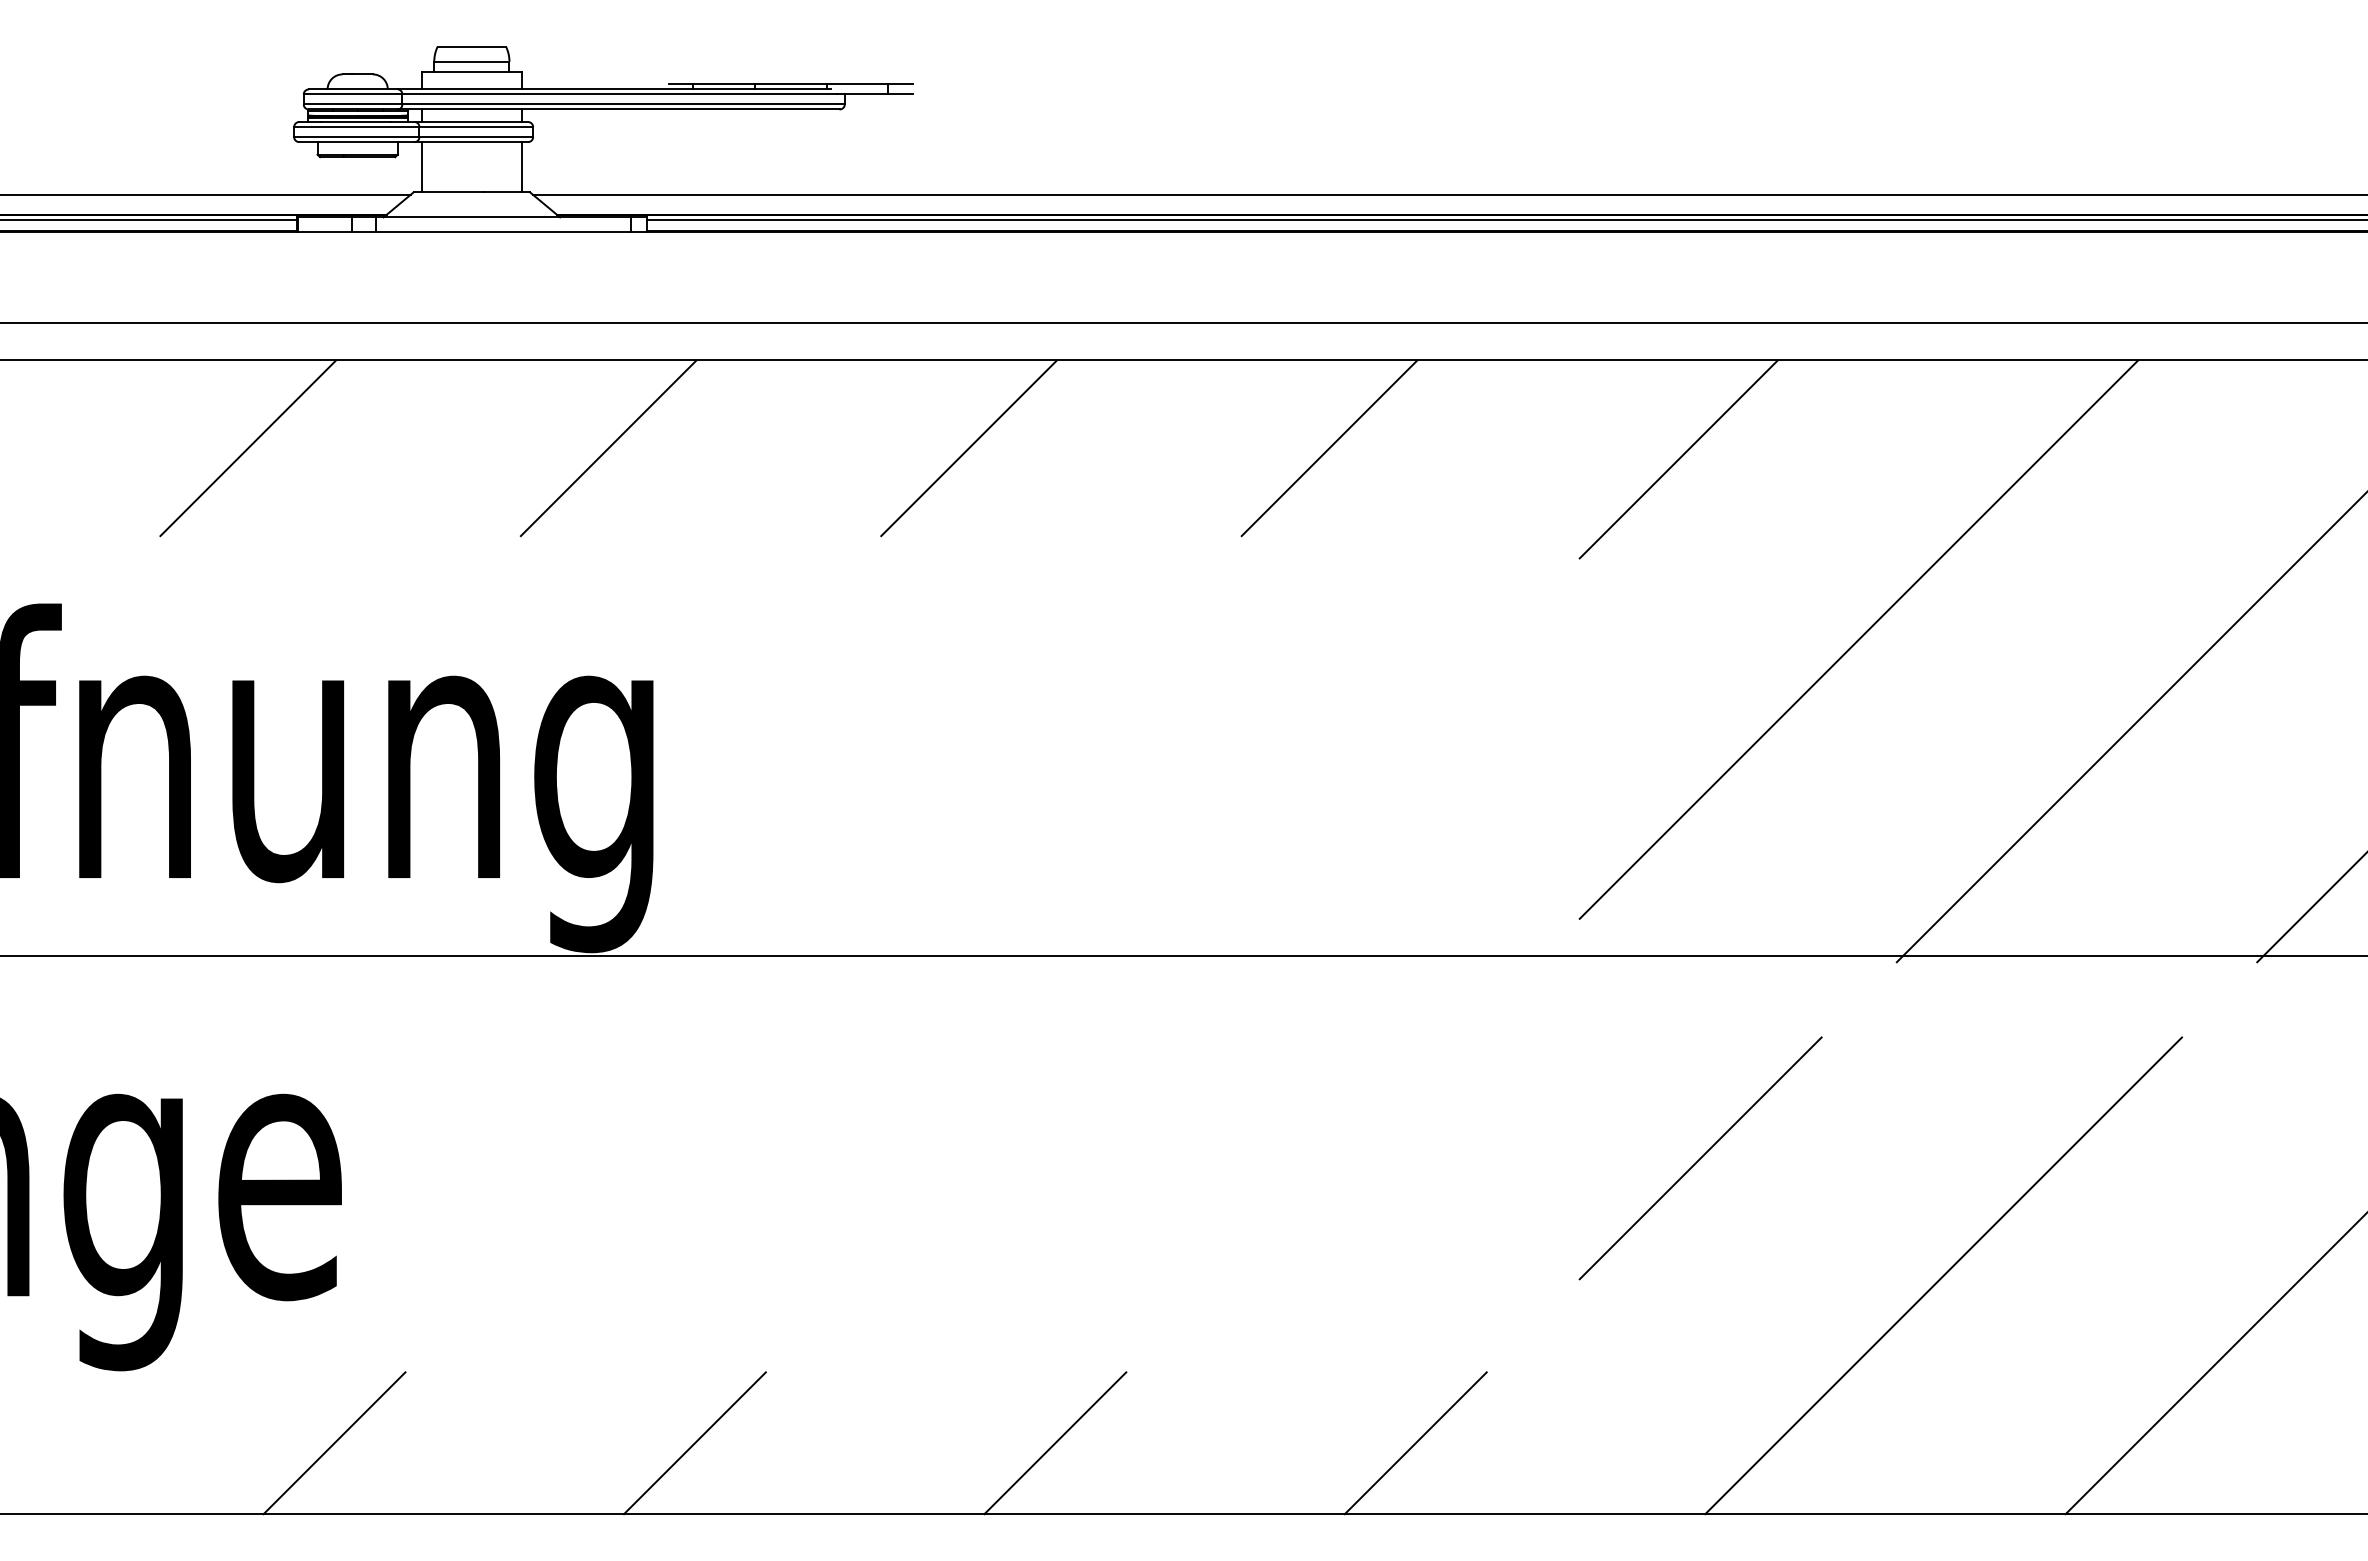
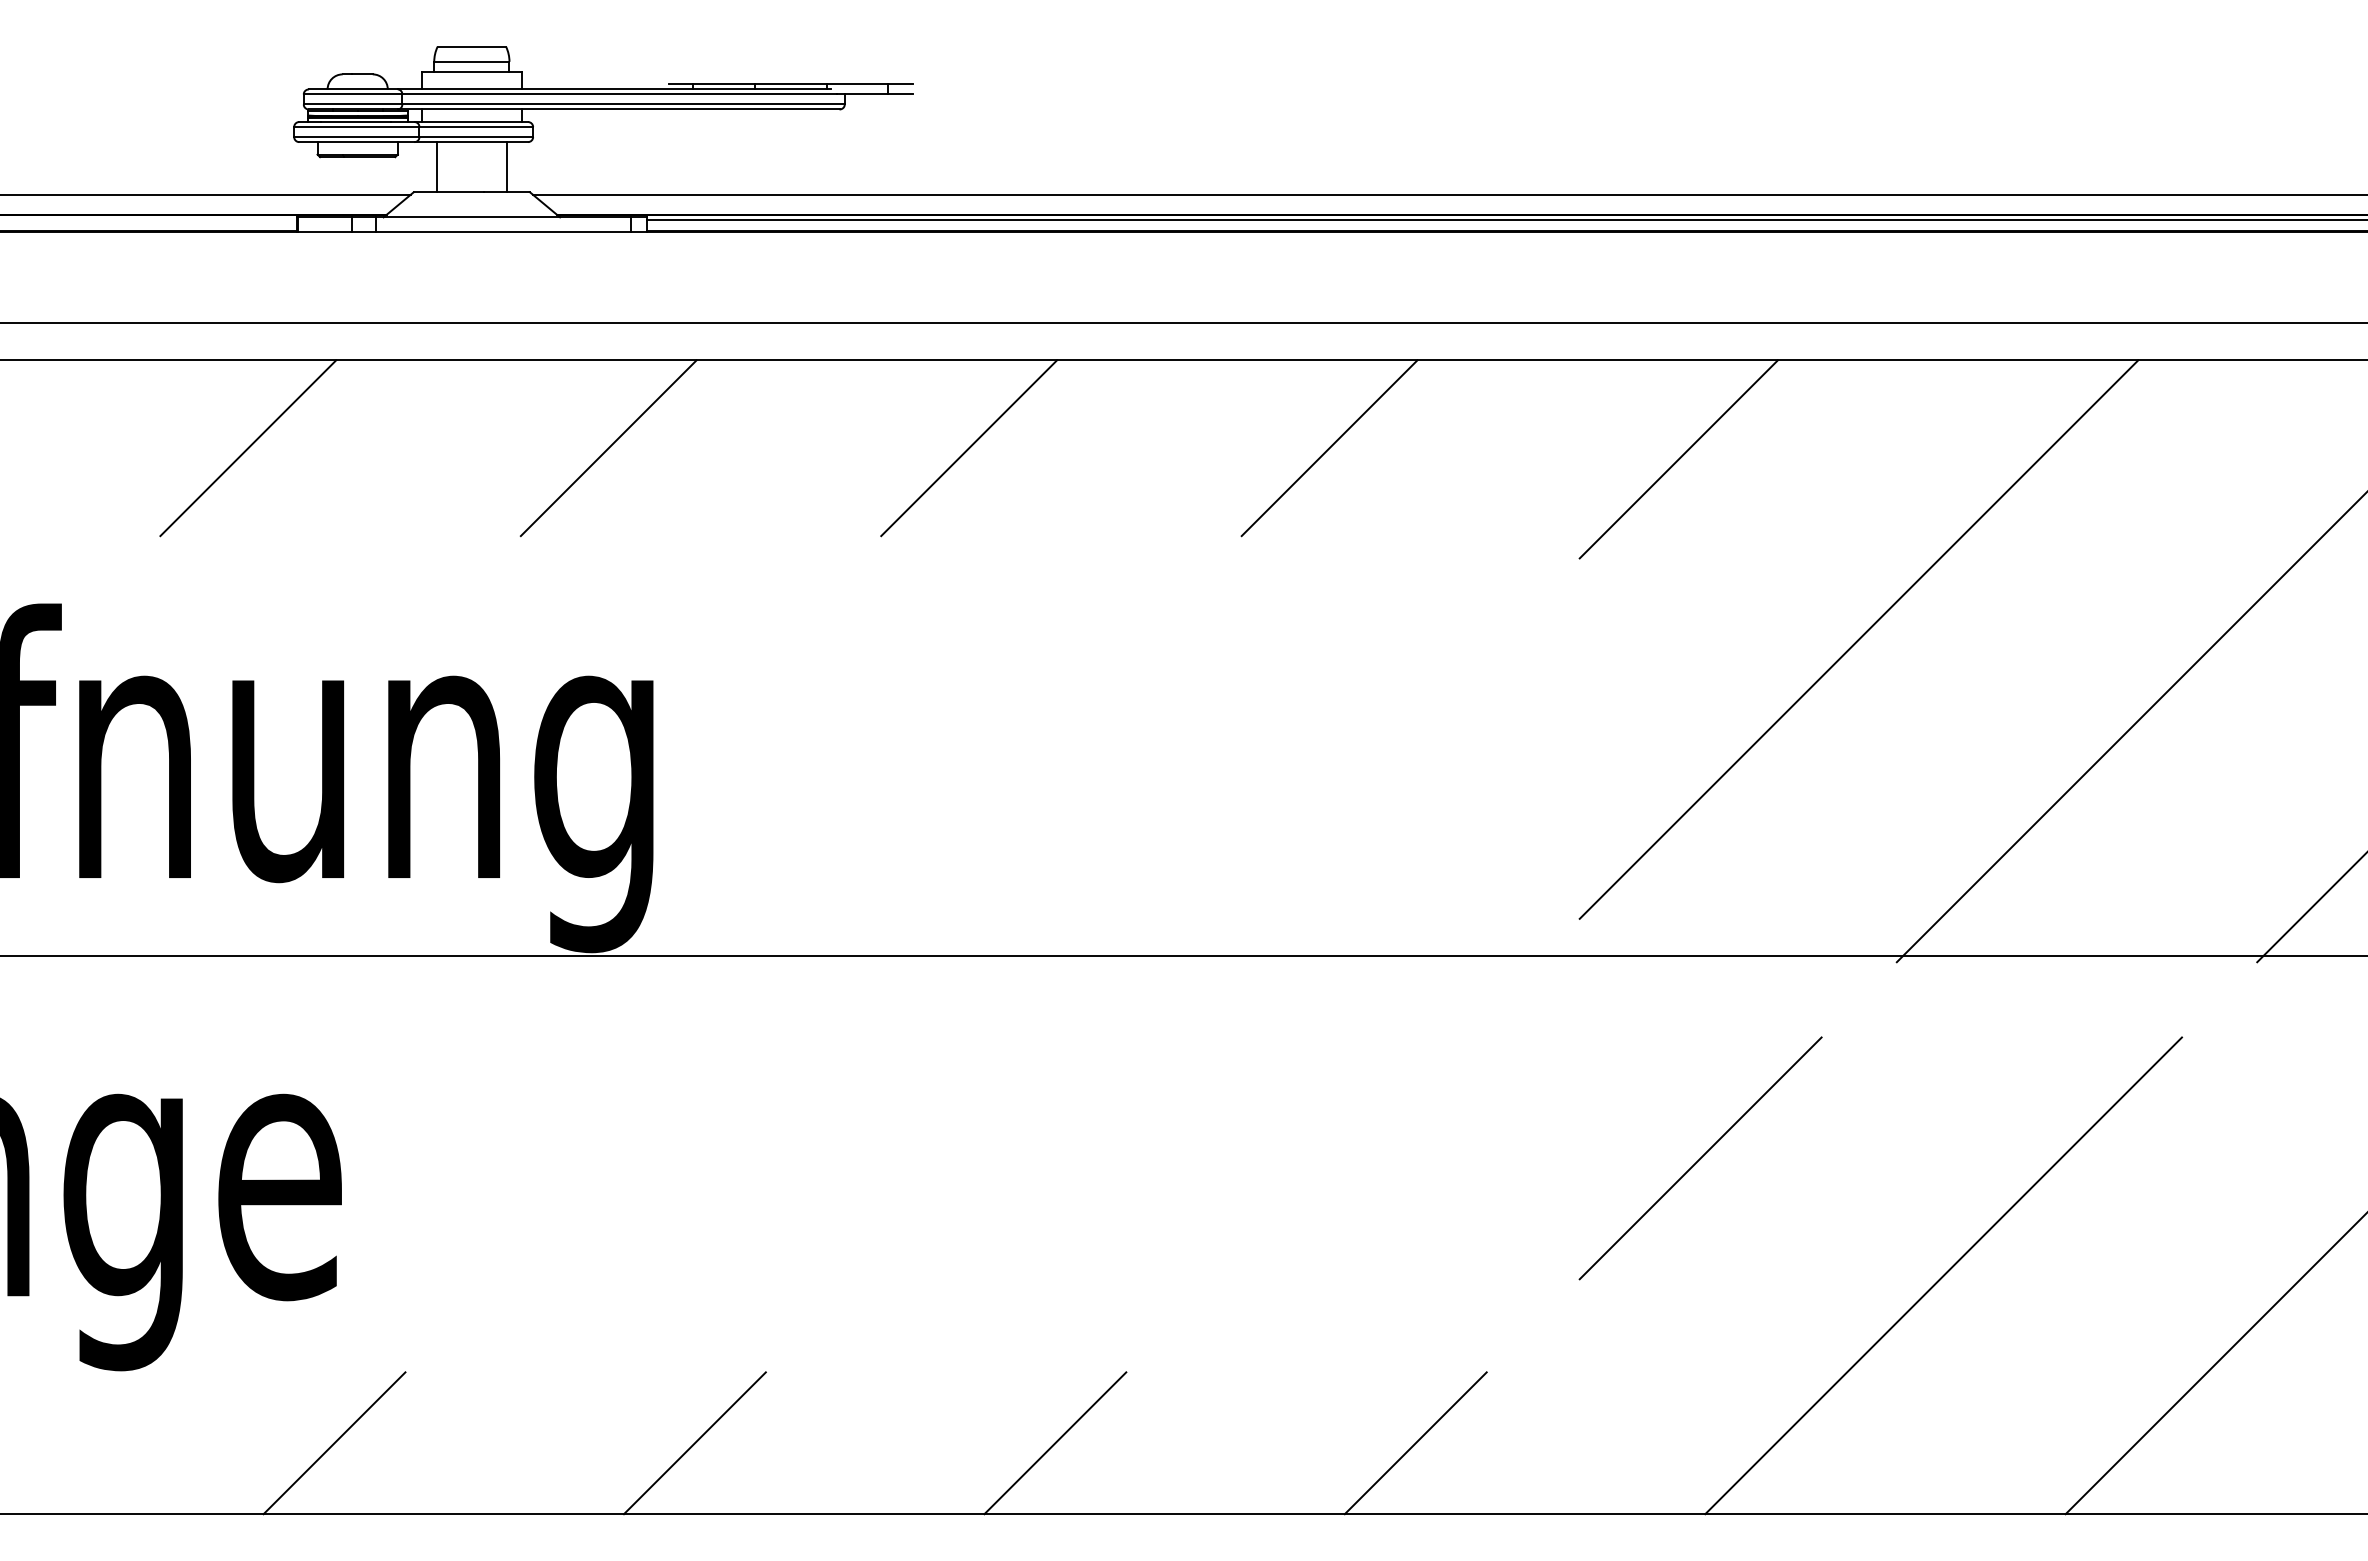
line at (421, 167) position: (421, 167) -> (436, 167)
line at (522, 167) position: (522, 167) -> (507, 167)
line at (149, 219): present -> none
